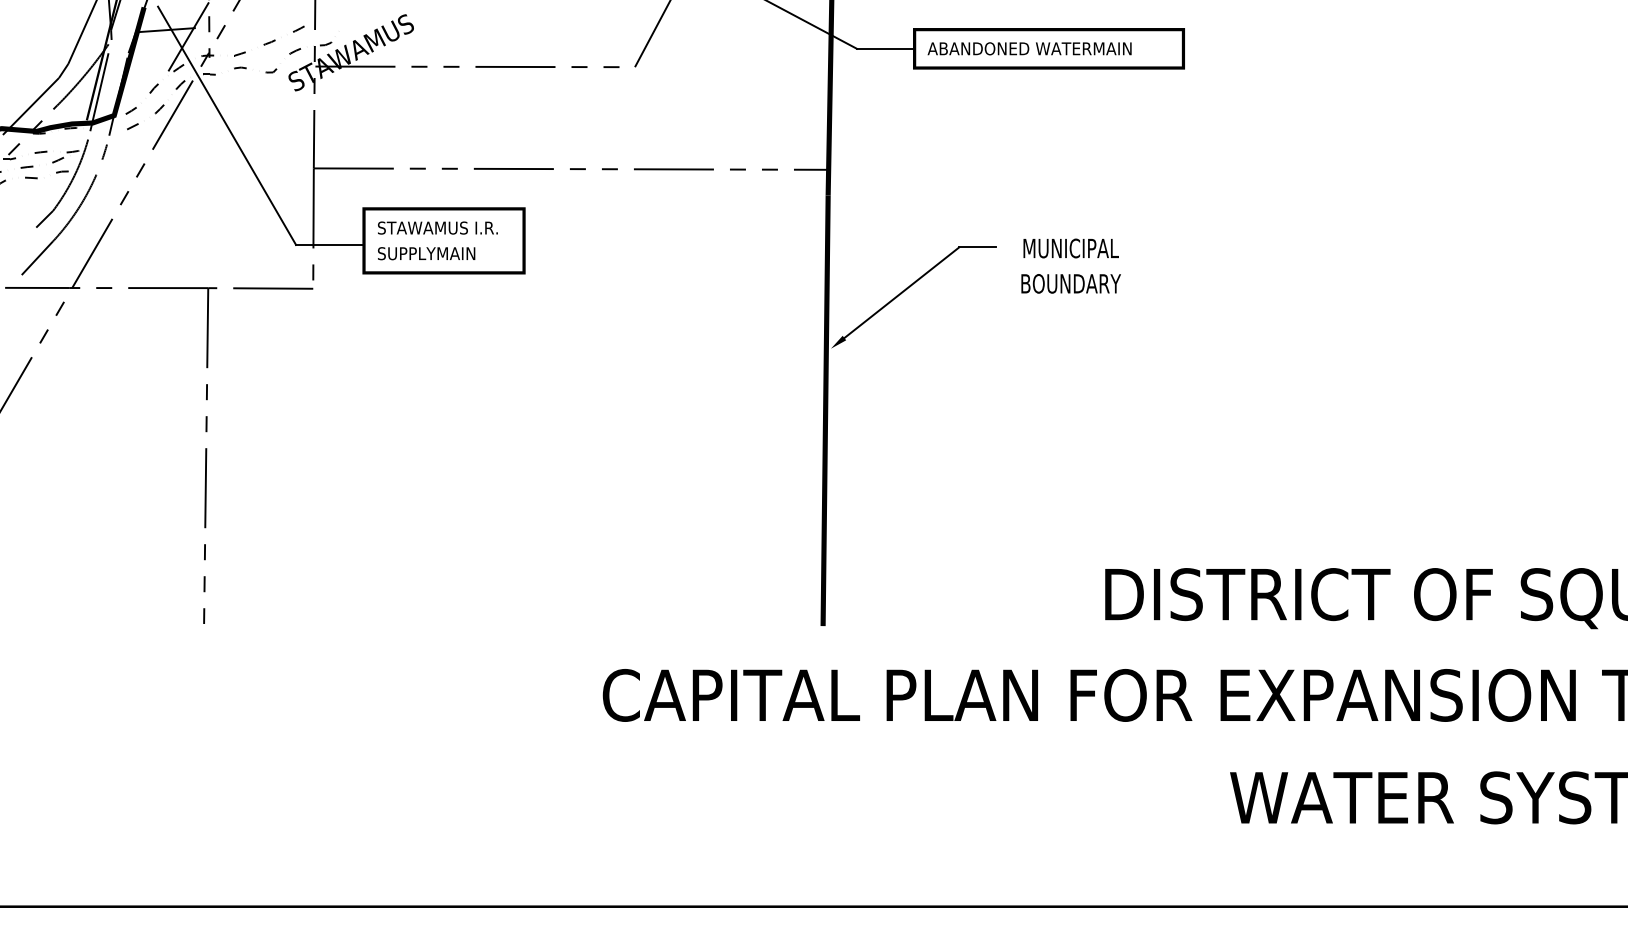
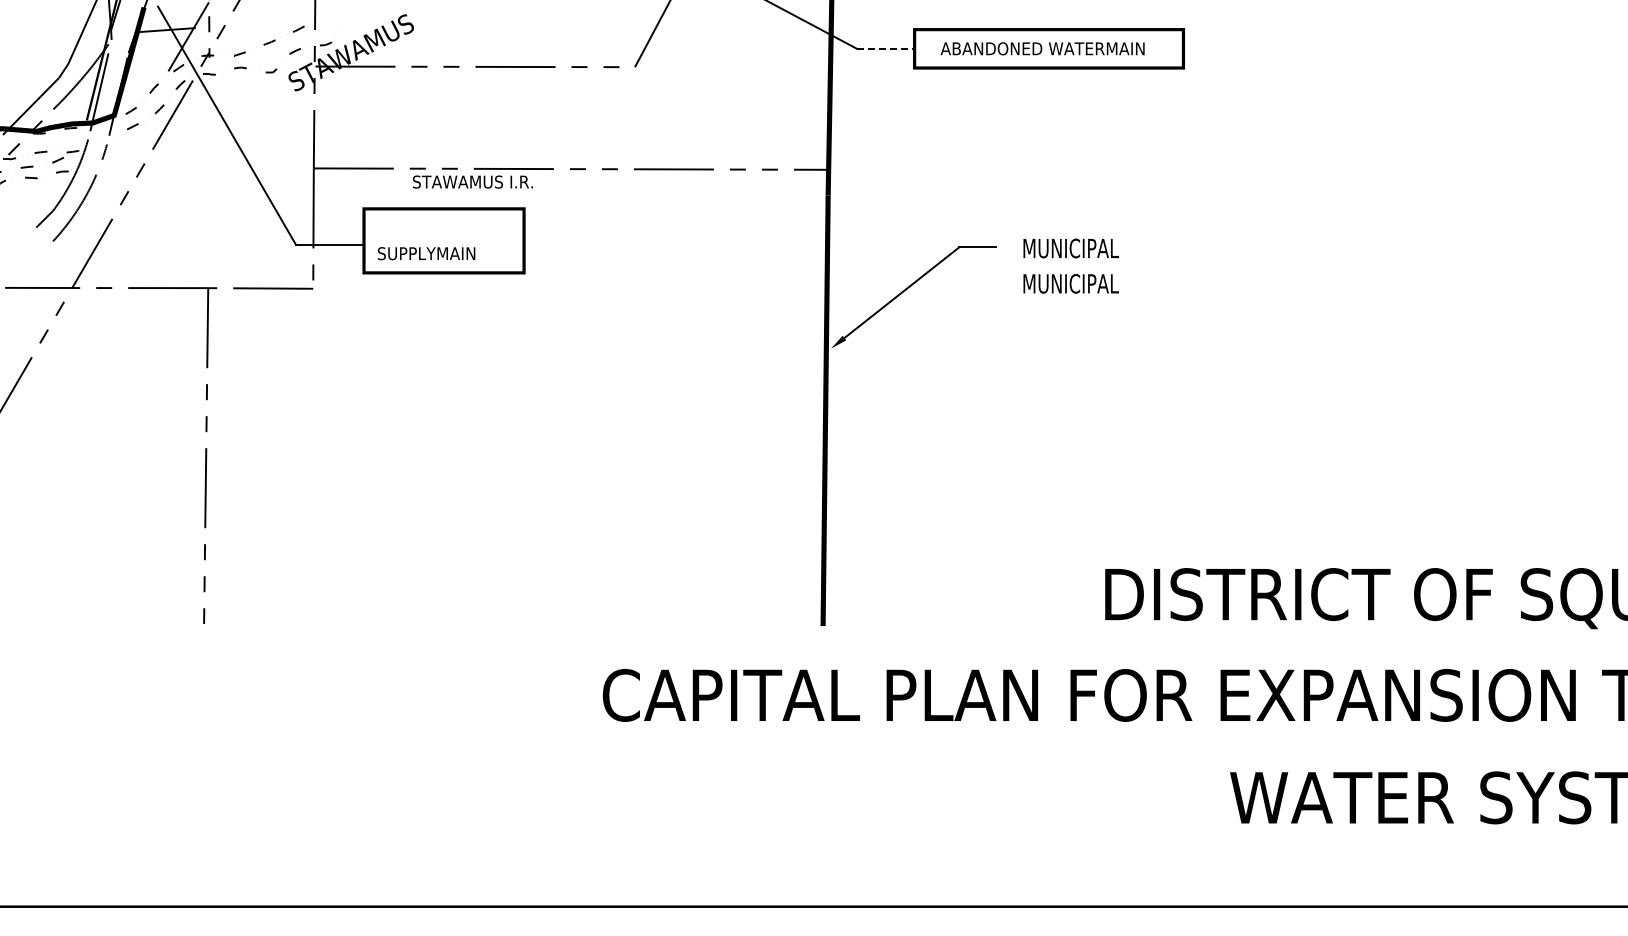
line at (885, 48): solid -> dashed
text at (1029, 48) position: (1029, 48) -> (1042, 48)
text at (437, 227) position: (437, 227) -> (472, 181)
line at (37, 258): present -> none
text at (1070, 283): BOUNDARY -> MUNICIPAL
